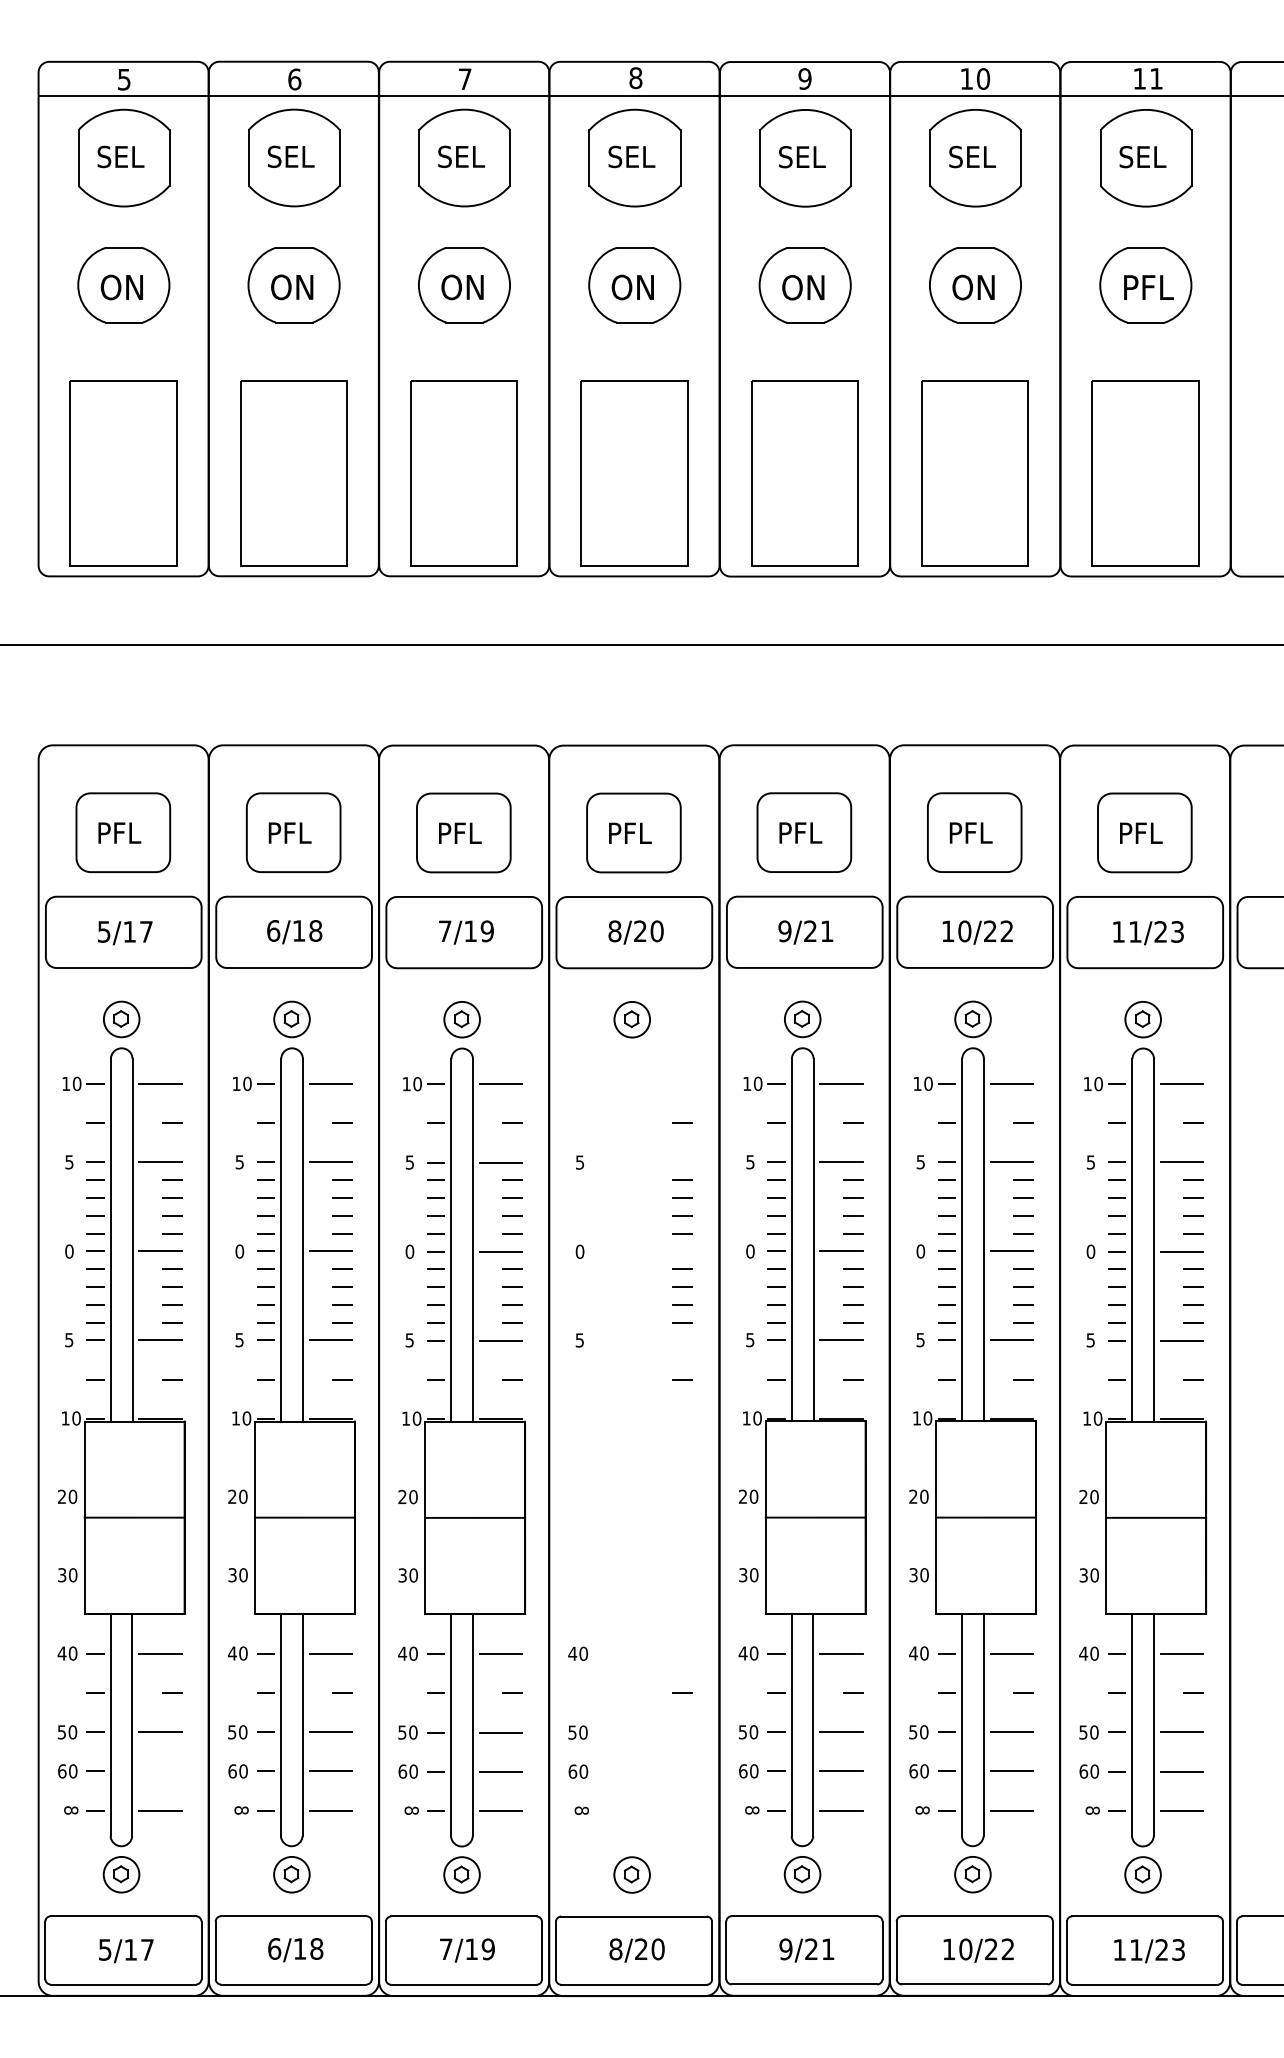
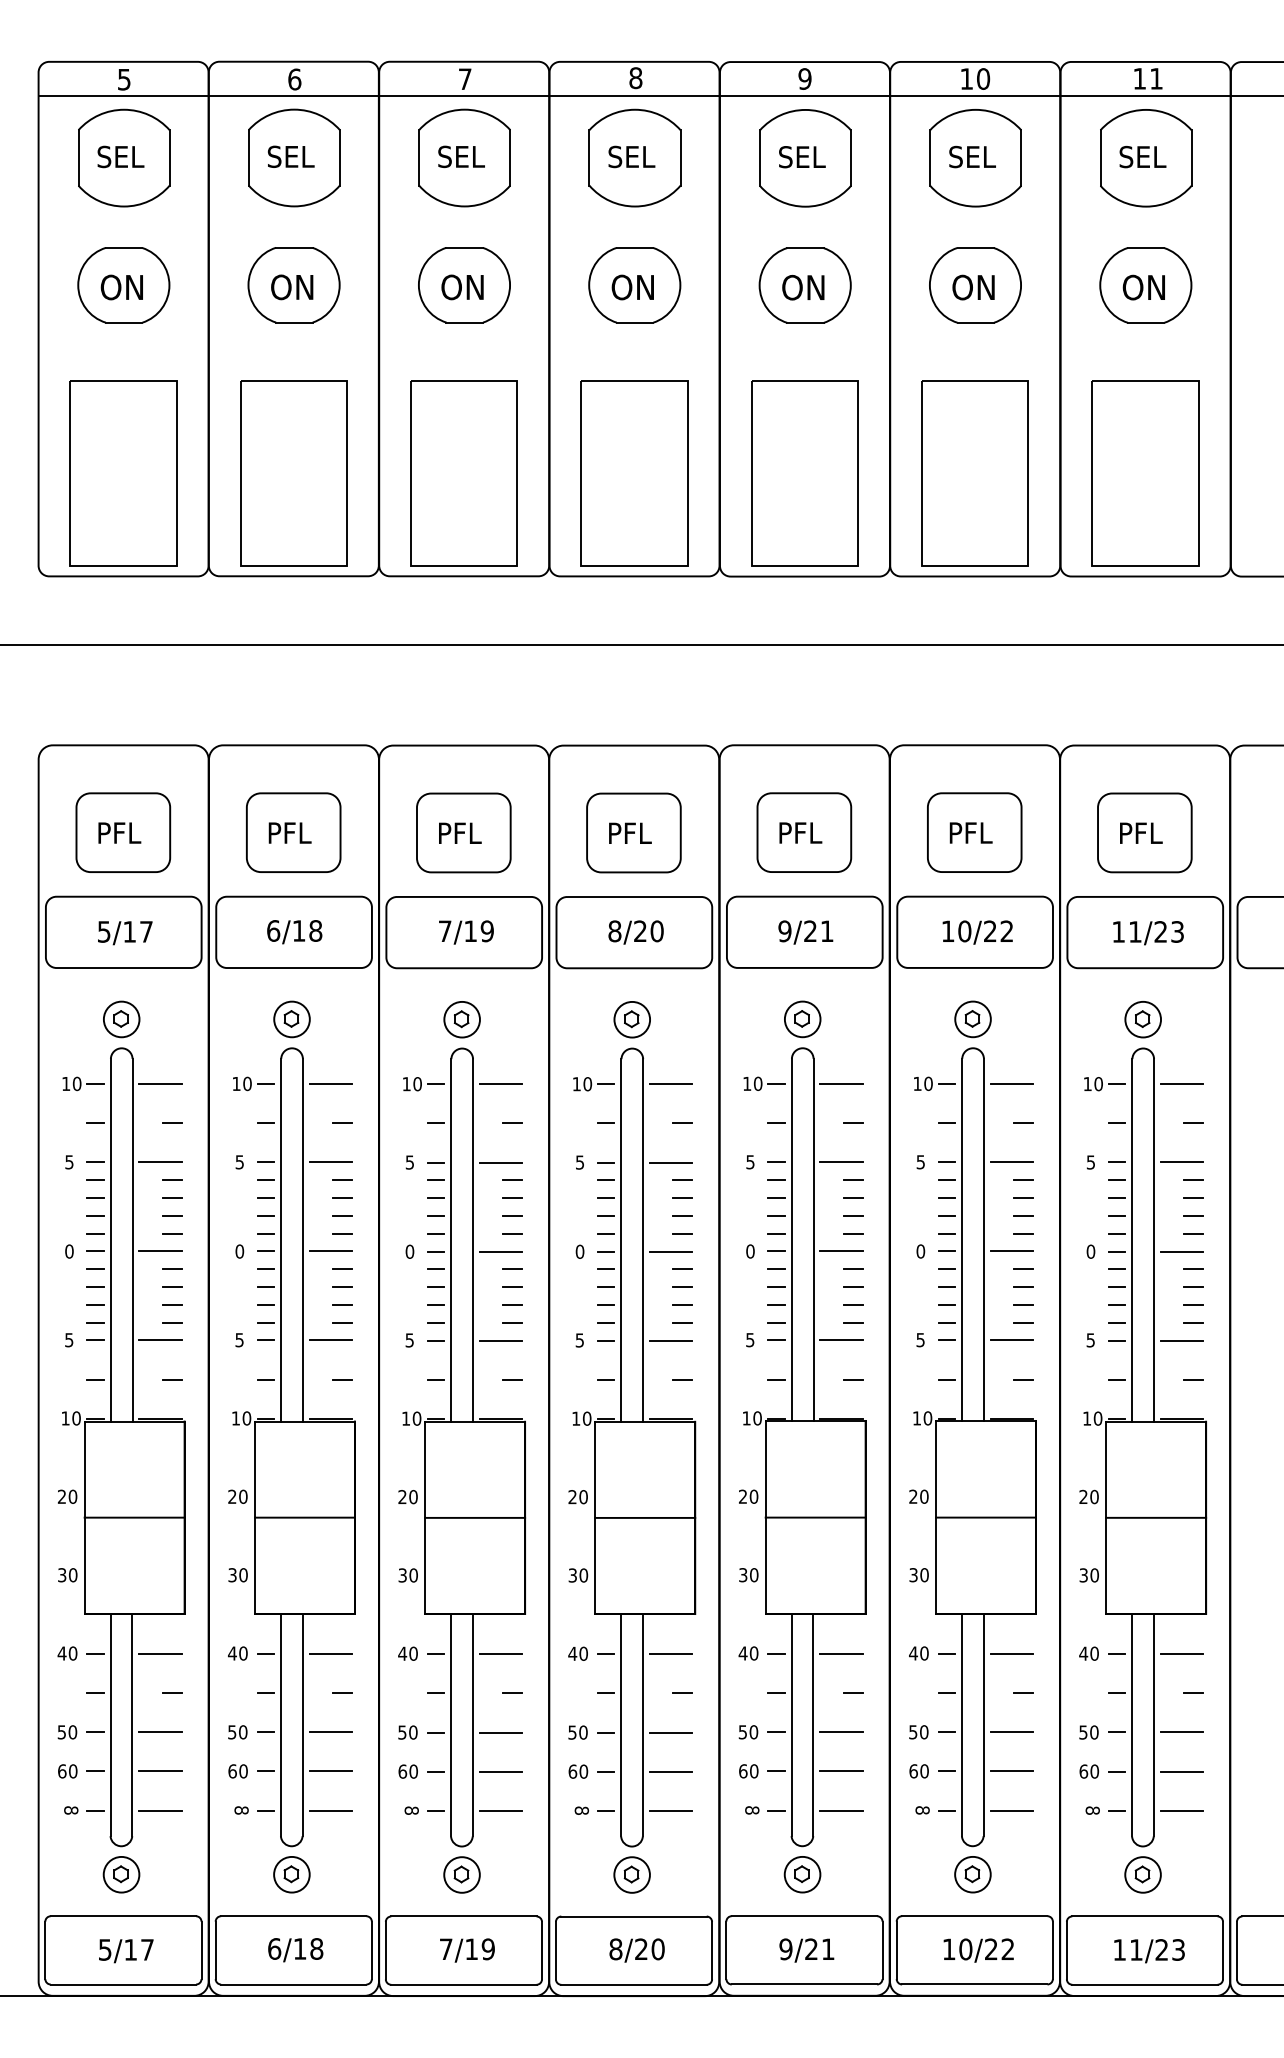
text at (1147, 287): PFL -> ON
part at (632, 1447): none -> present
line at (160, 1771): none -> present
